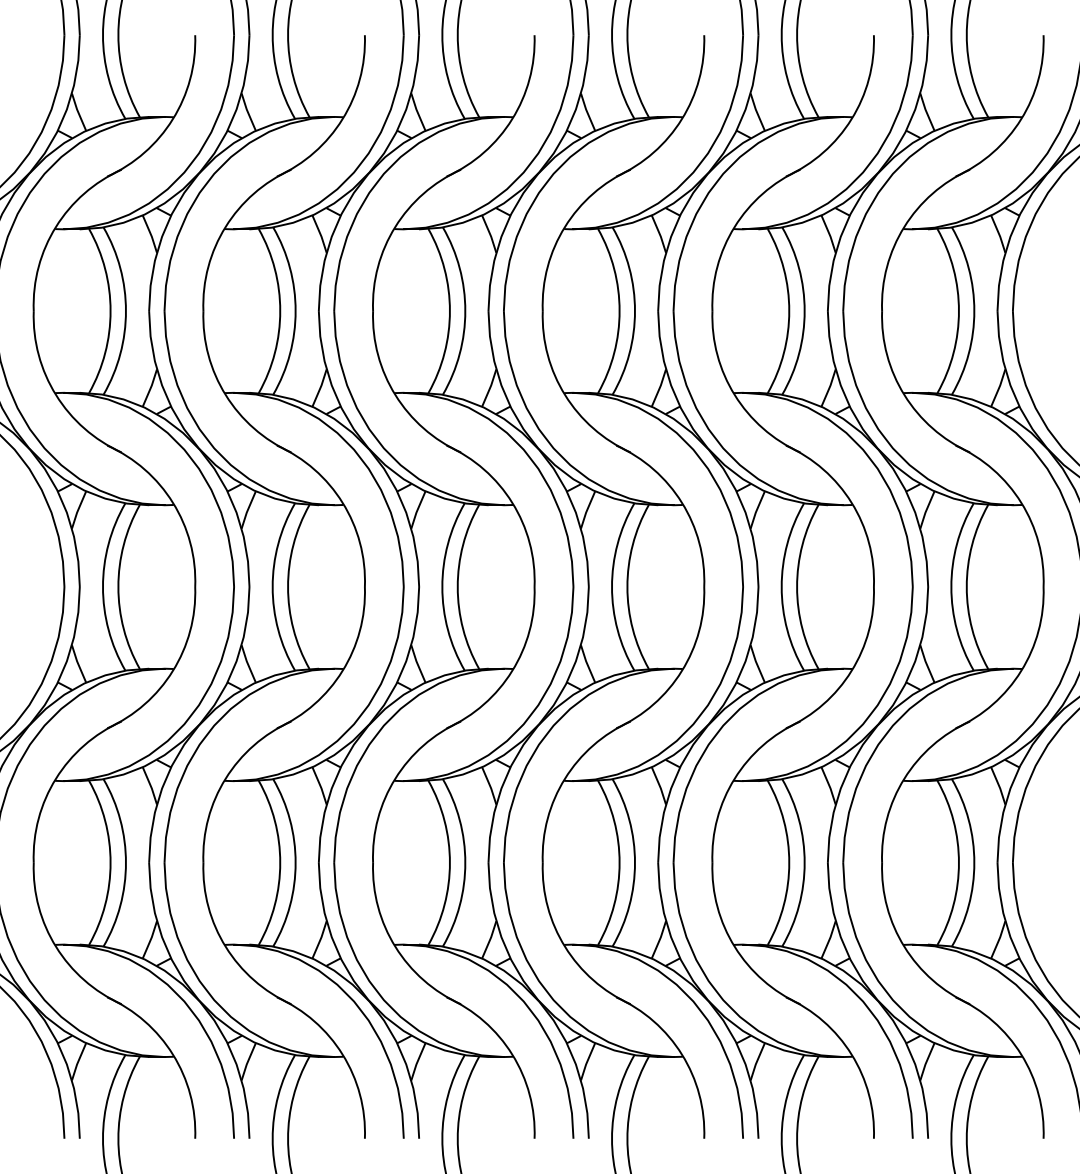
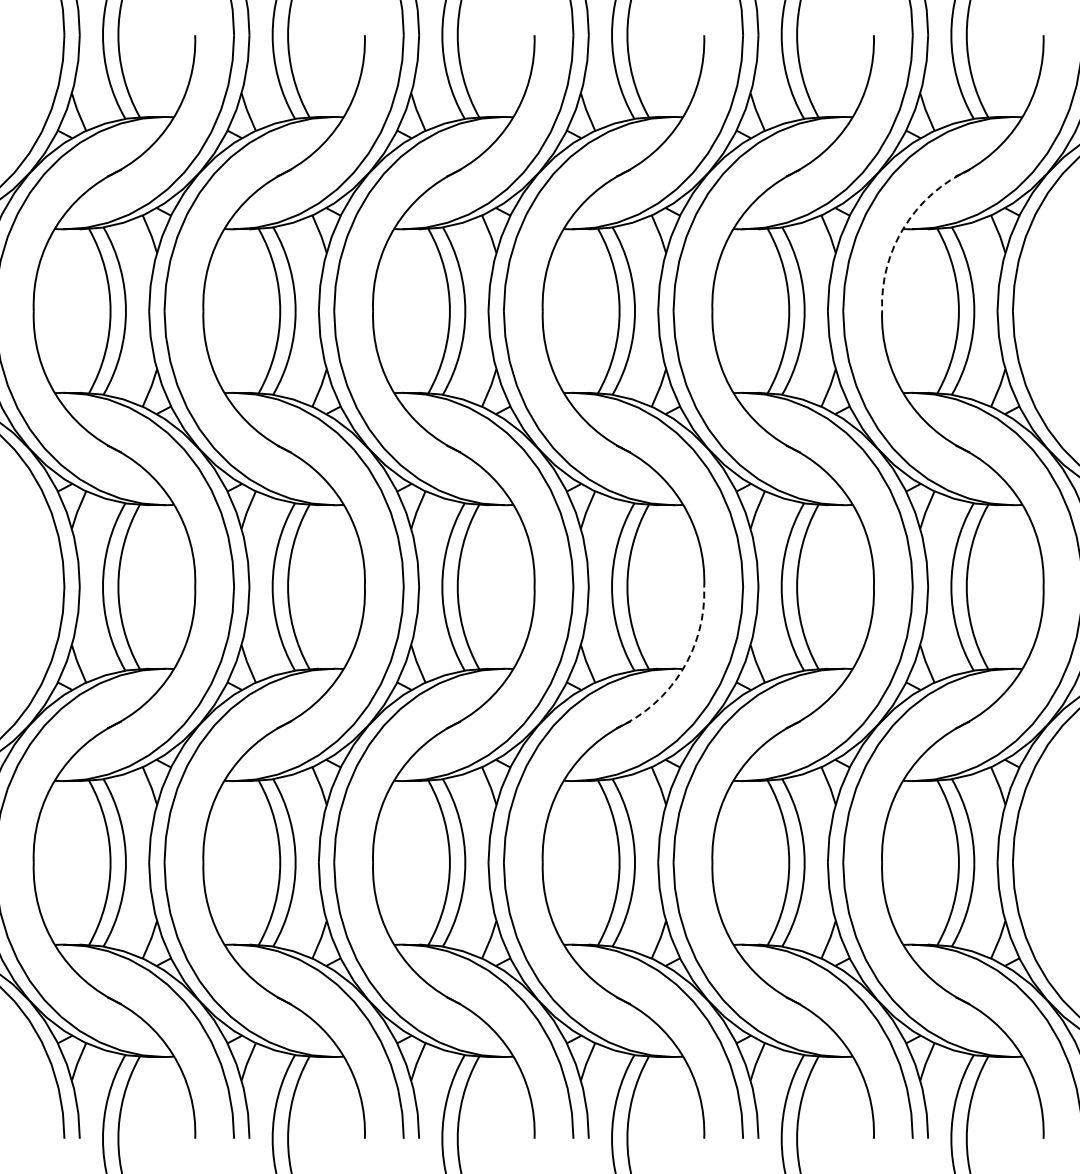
arc at (904, 226): solid -> dashed
arc at (681, 671): solid -> dashed
